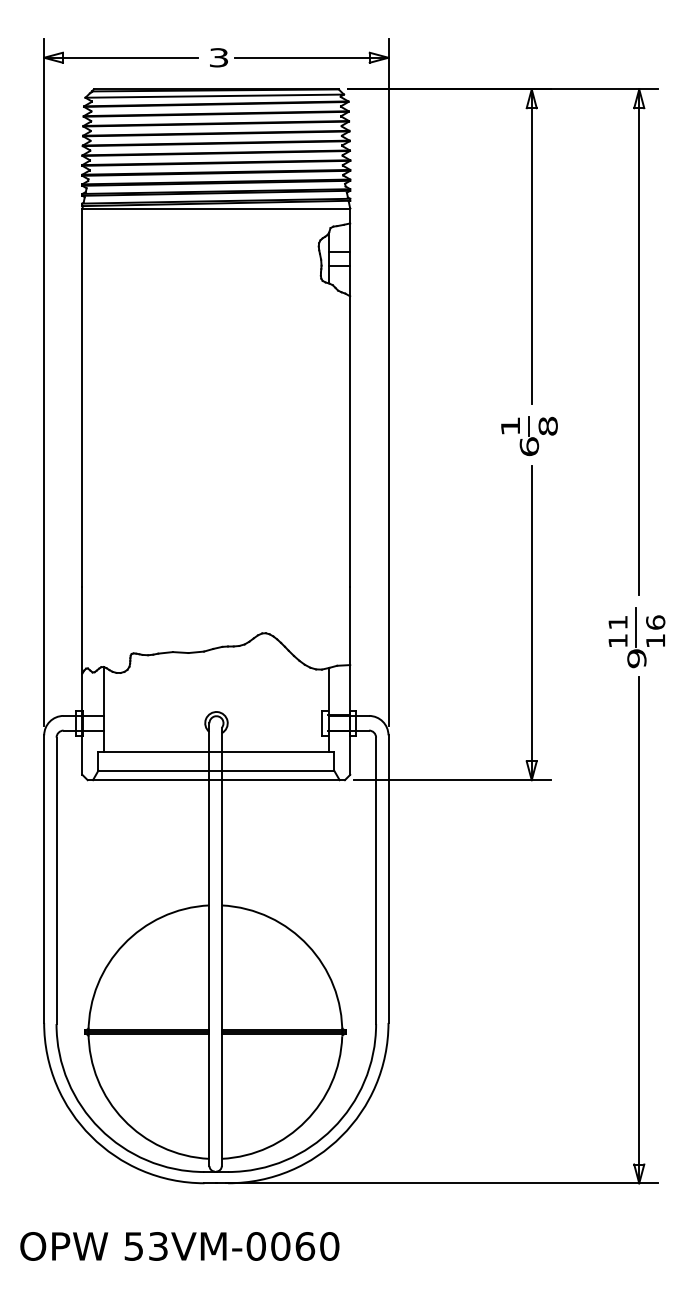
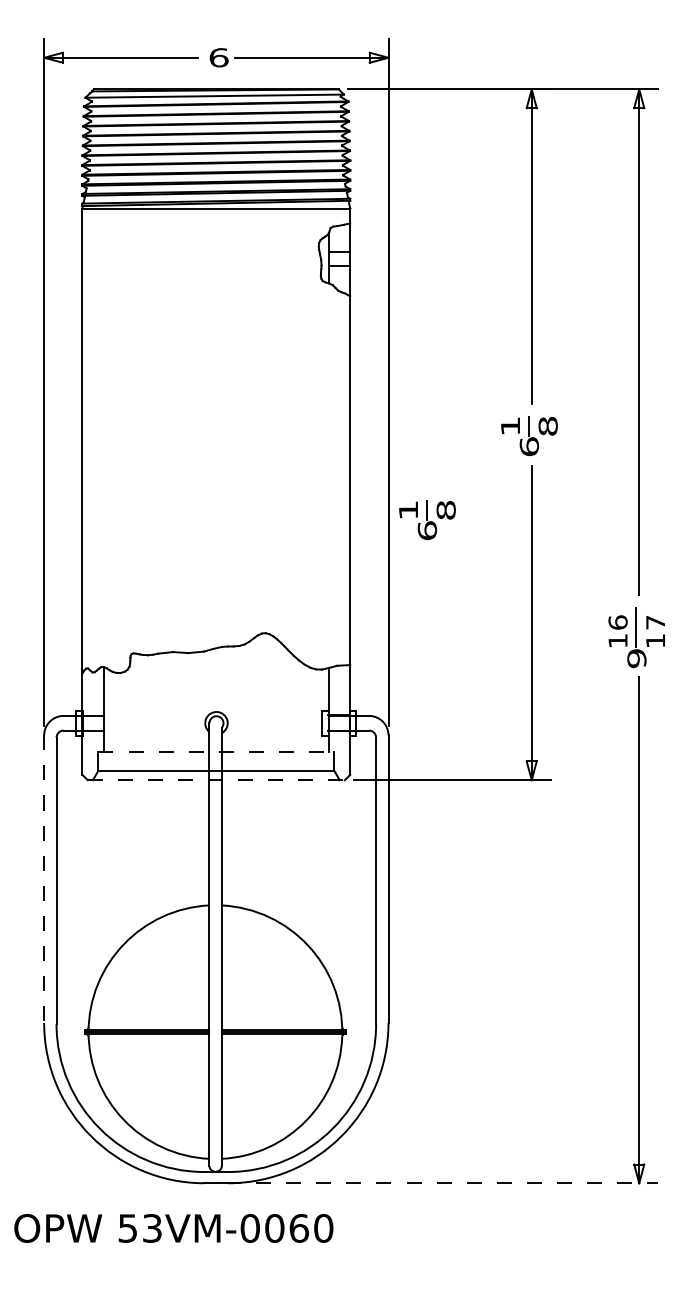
text at (218, 57): 3 -> 6
part at (427, 520): none -> present
text at (617, 622): 11 -> 16
text at (655, 622): 16 -> 17
line at (216, 751): solid -> dashed
line at (216, 780): solid -> dashed
line at (44, 879): solid -> dashed
line at (442, 1183): solid -> dashed
text at (179, 1246) position: (179, 1246) -> (173, 1228)
